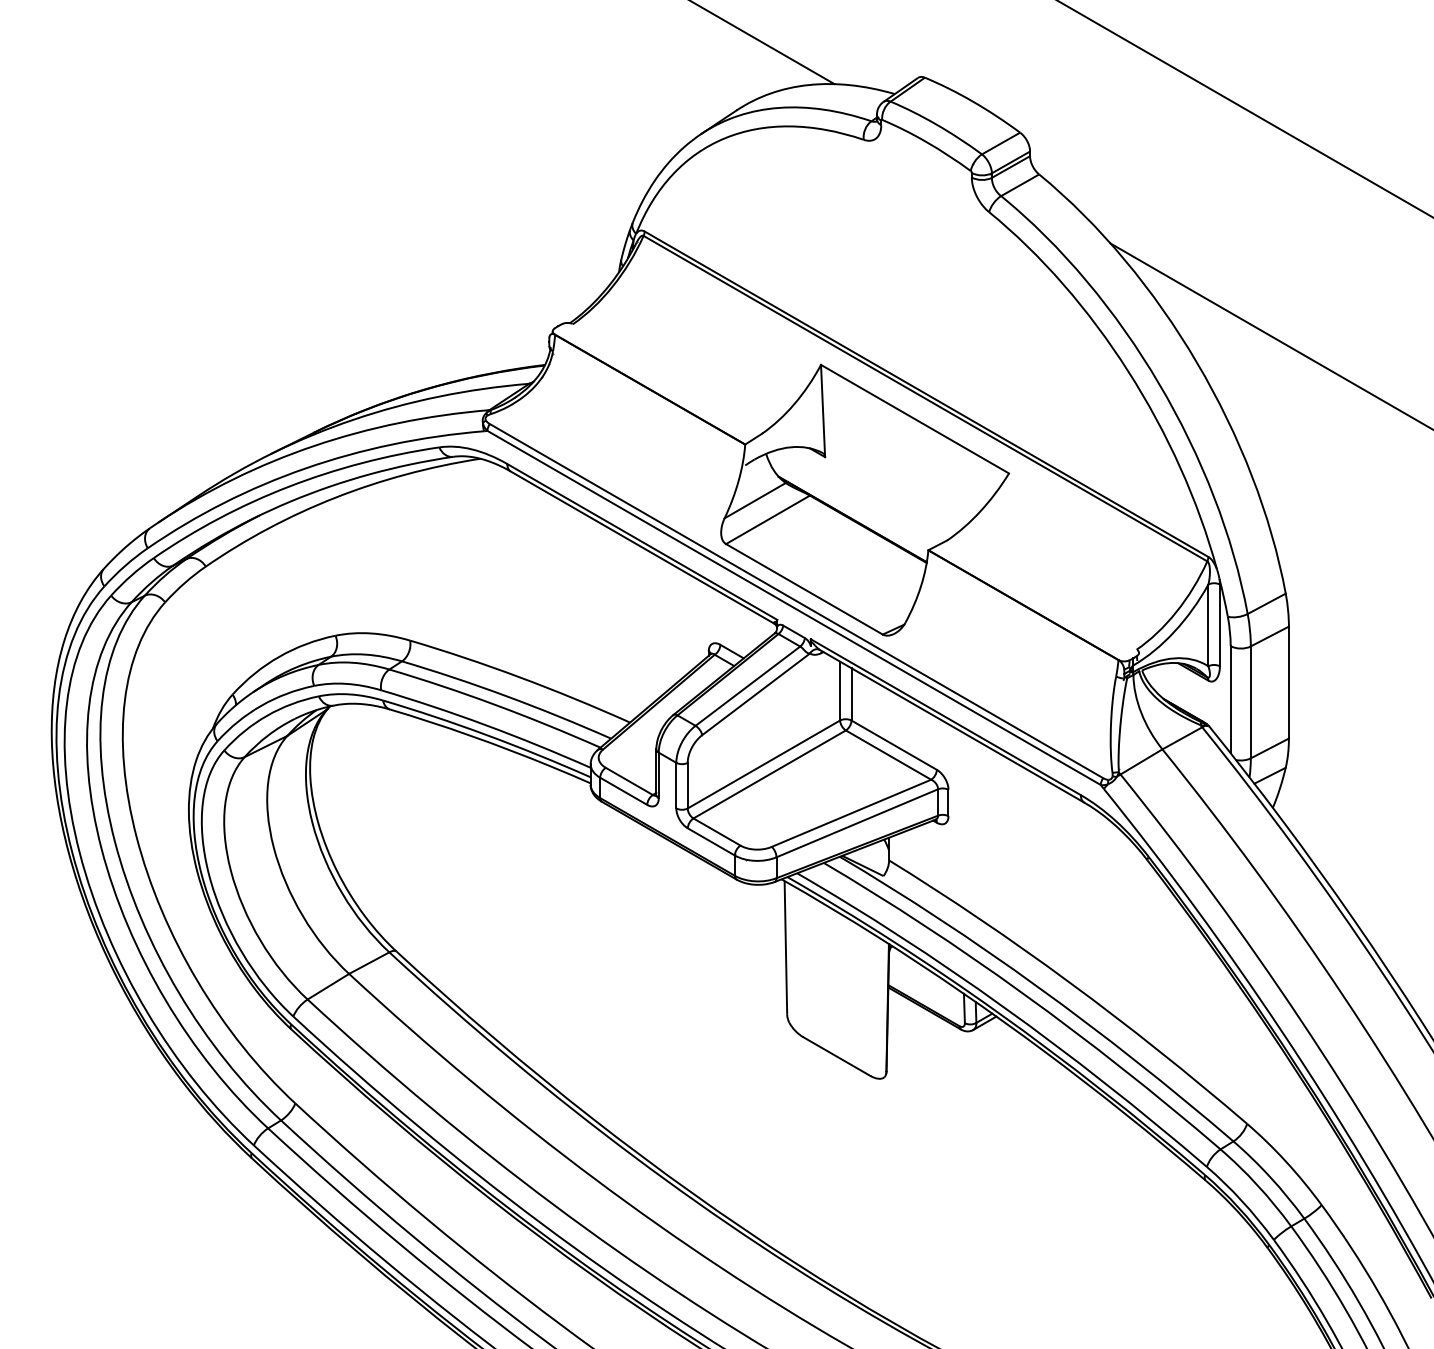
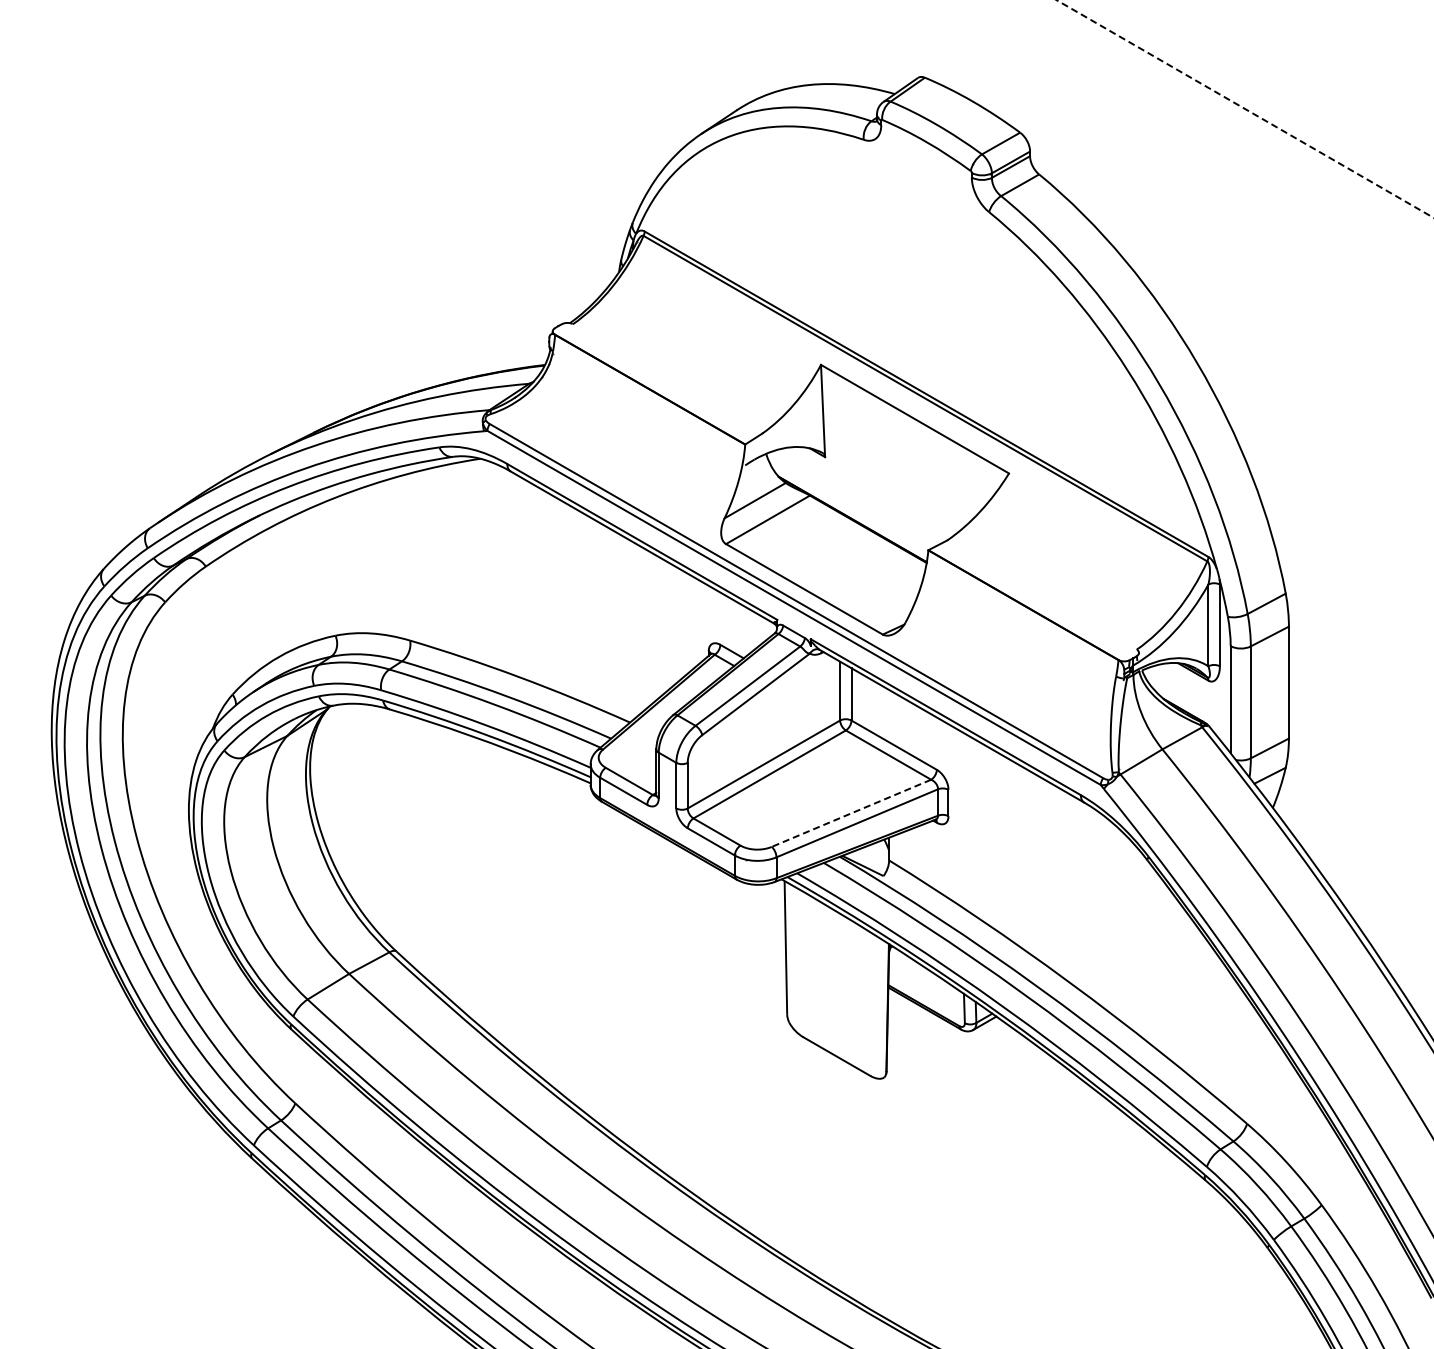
line at (763, 43): present -> none
line at (1245, 109): solid -> dashed
line at (1270, 335): present -> none
line at (851, 813): solid -> dashed
